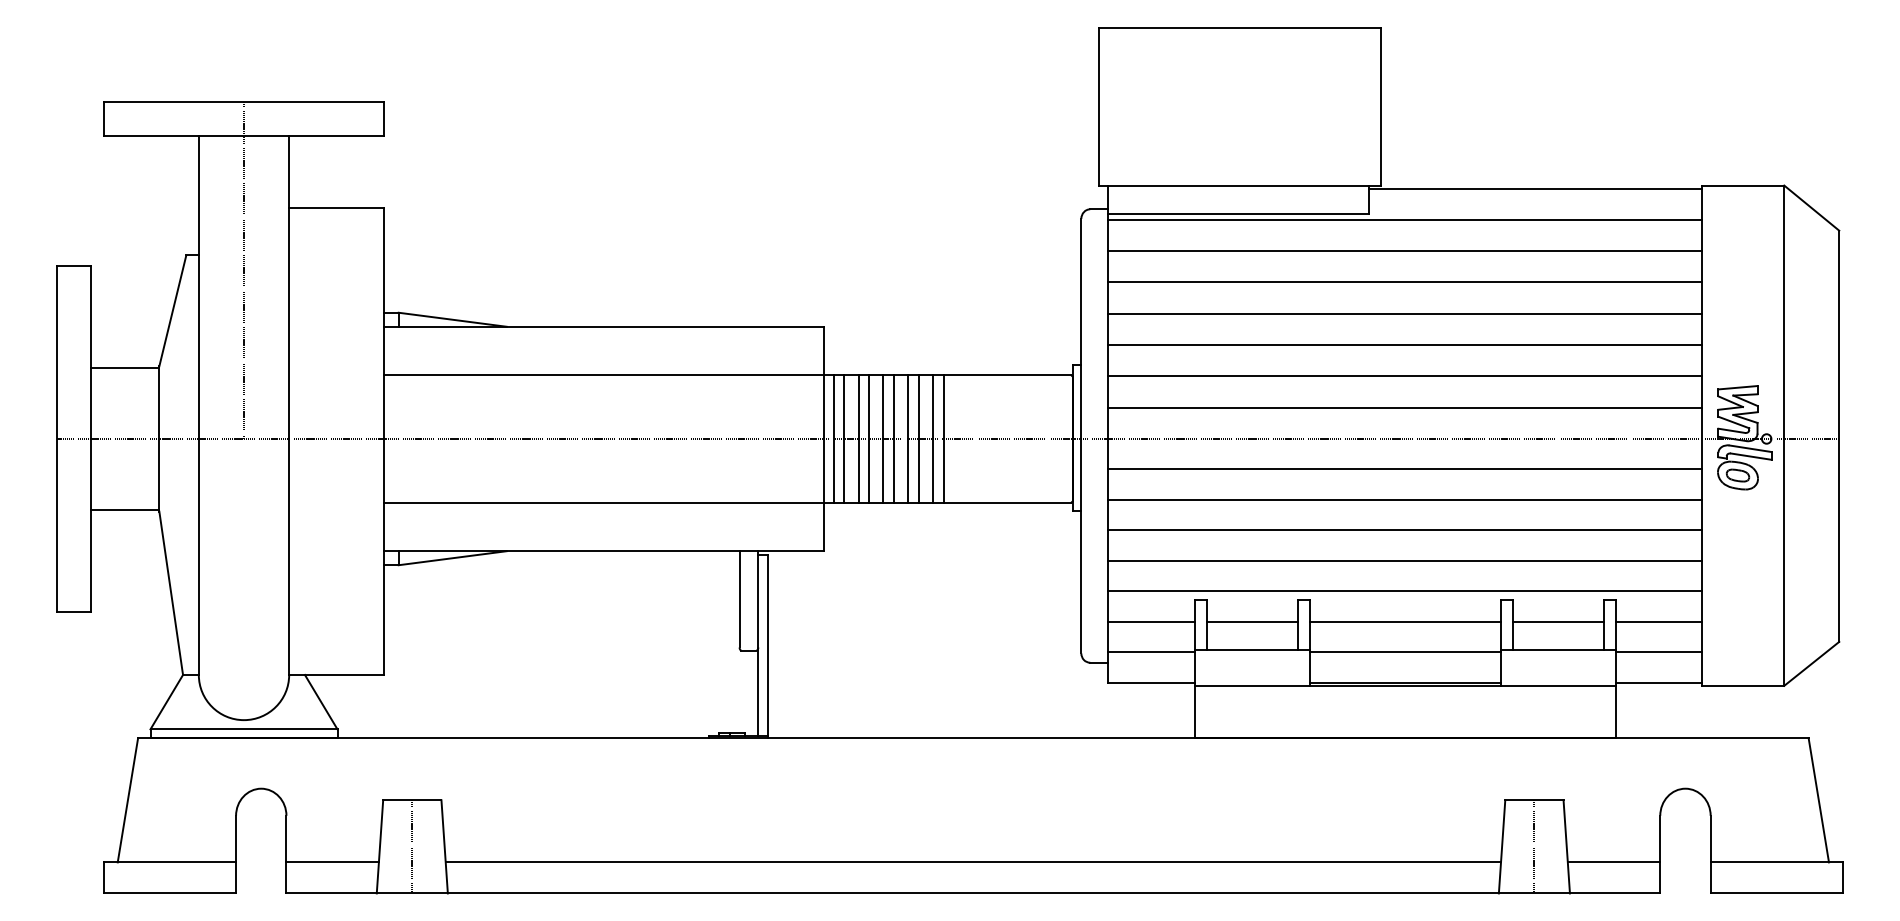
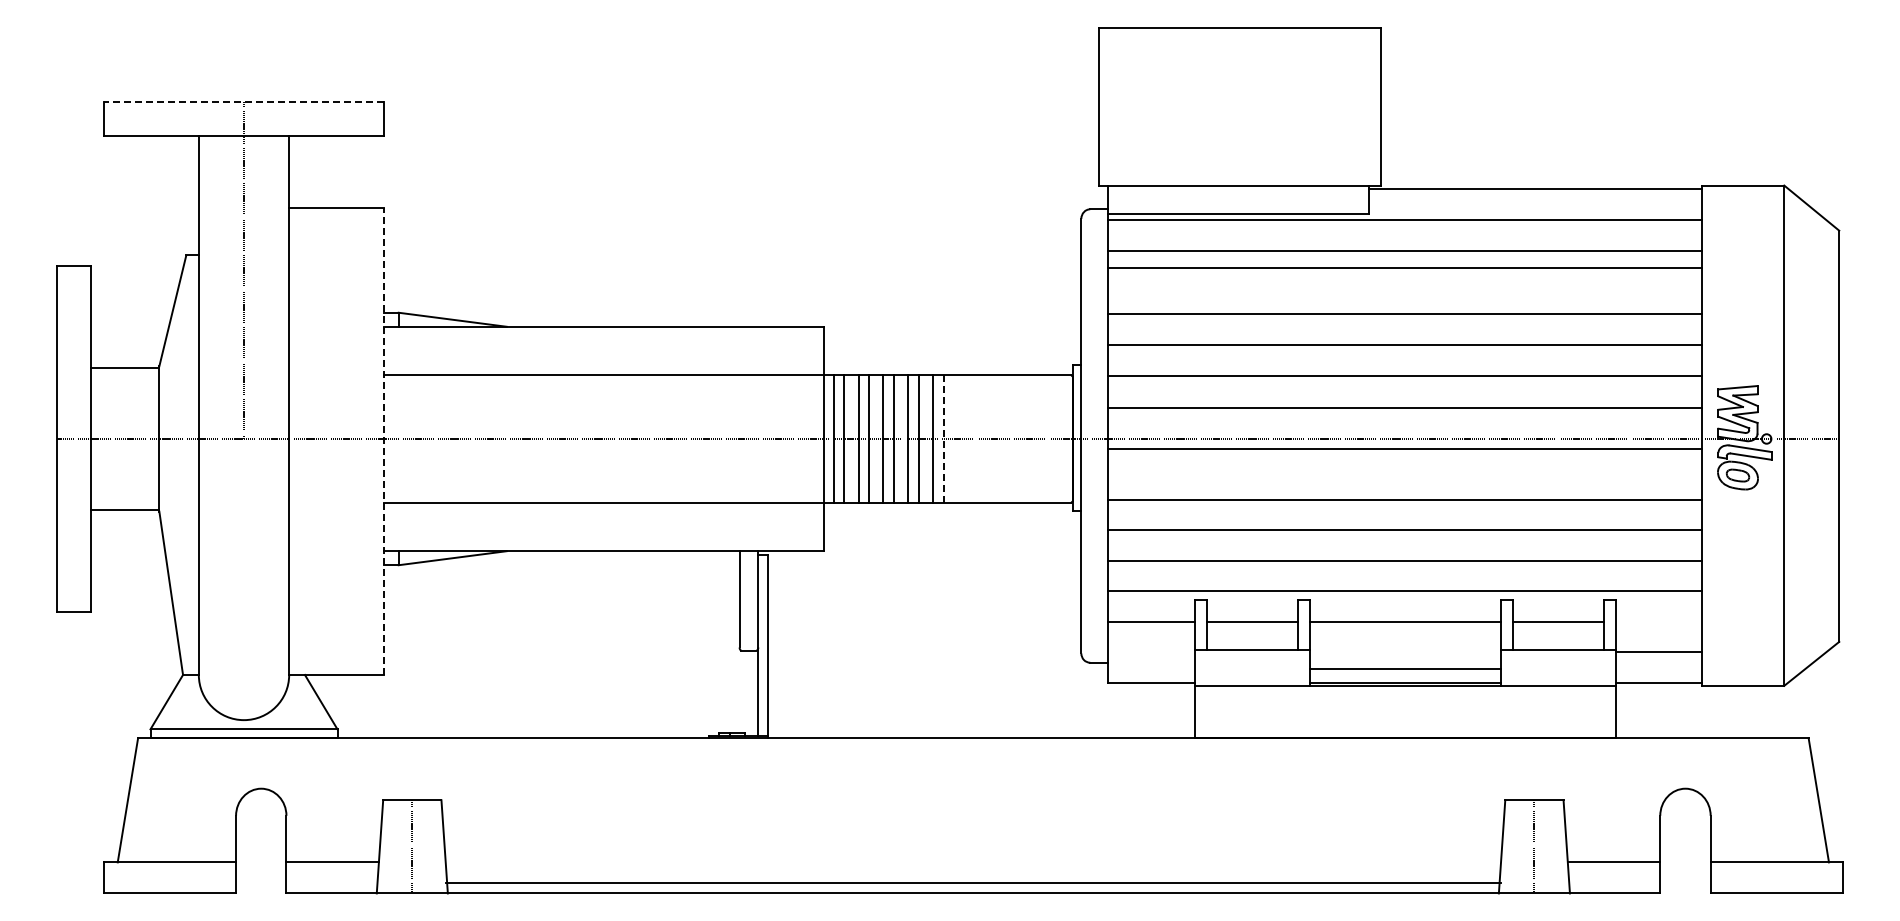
line at (243, 102): solid -> dashed
line at (1404, 282) position: (1404, 282) -> (1404, 268)
line at (943, 438): solid -> dashed
line at (384, 441): solid -> dashed
line at (1404, 469) position: (1404, 469) -> (1404, 449)
line at (1658, 621): present -> none
line at (1151, 652): present -> none
line at (1405, 652) position: (1405, 652) -> (1405, 669)
line at (973, 862) position: (973, 862) -> (973, 883)
